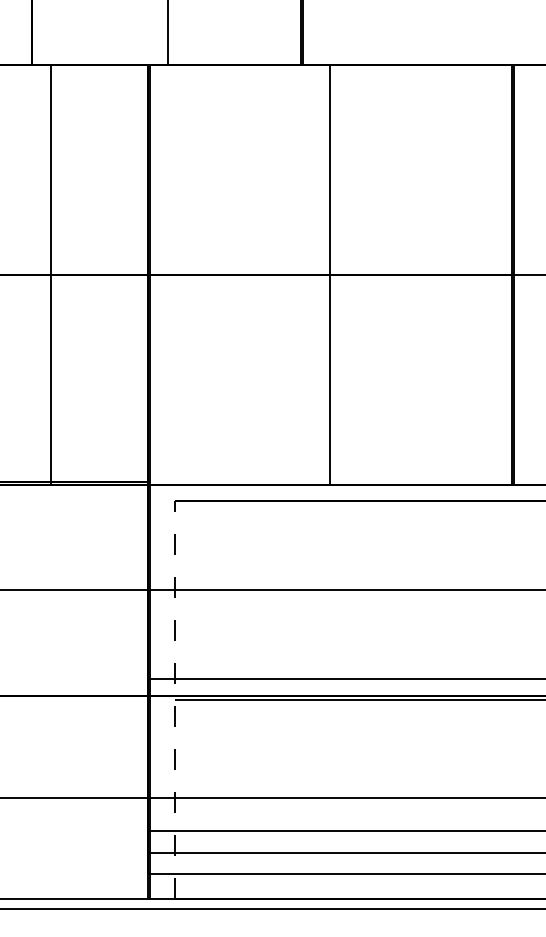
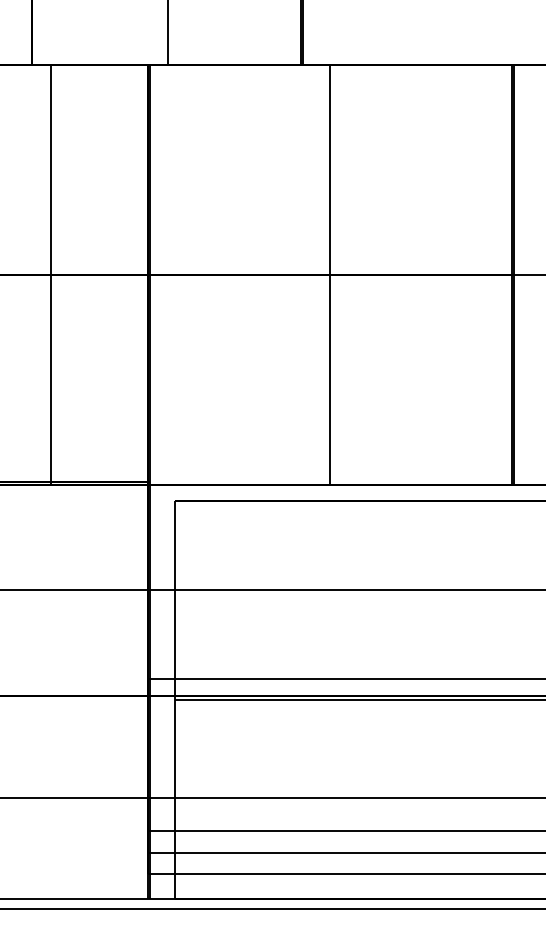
line at (175, 700): dashed -> solid
